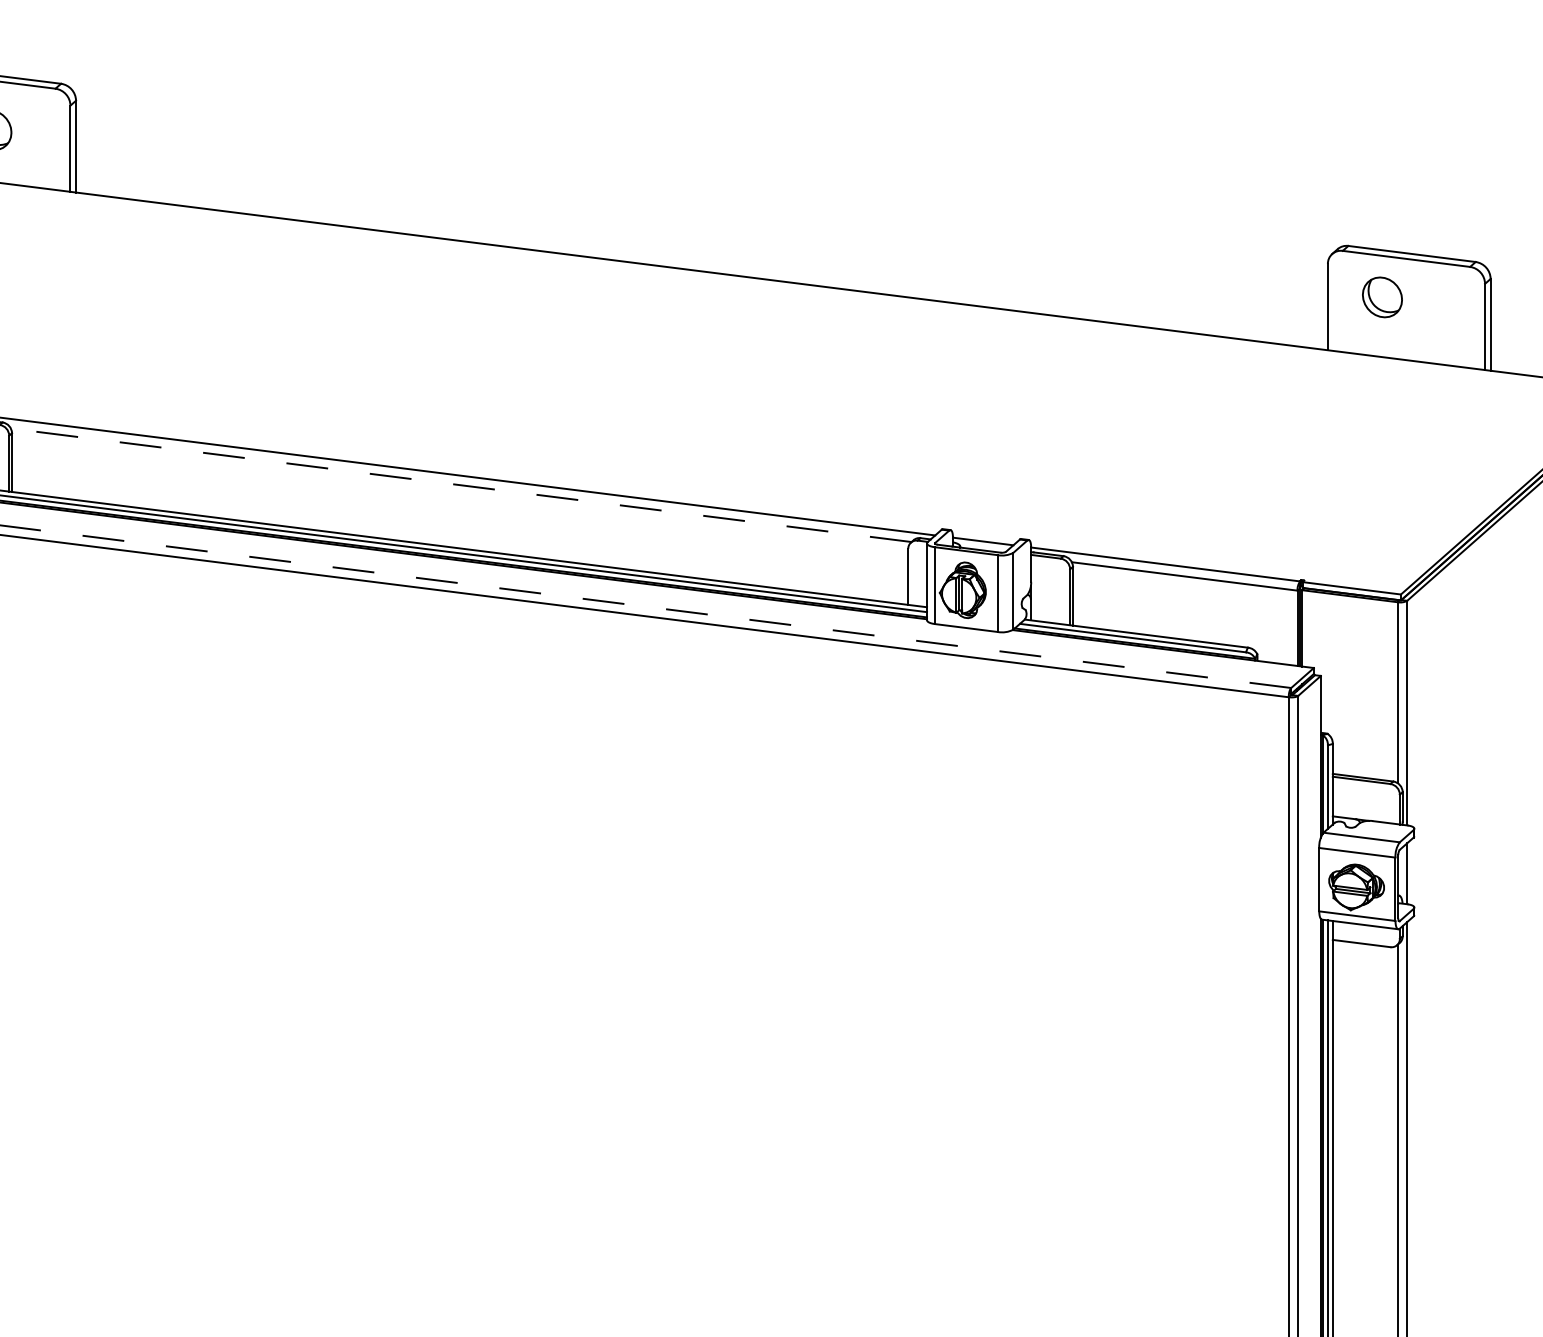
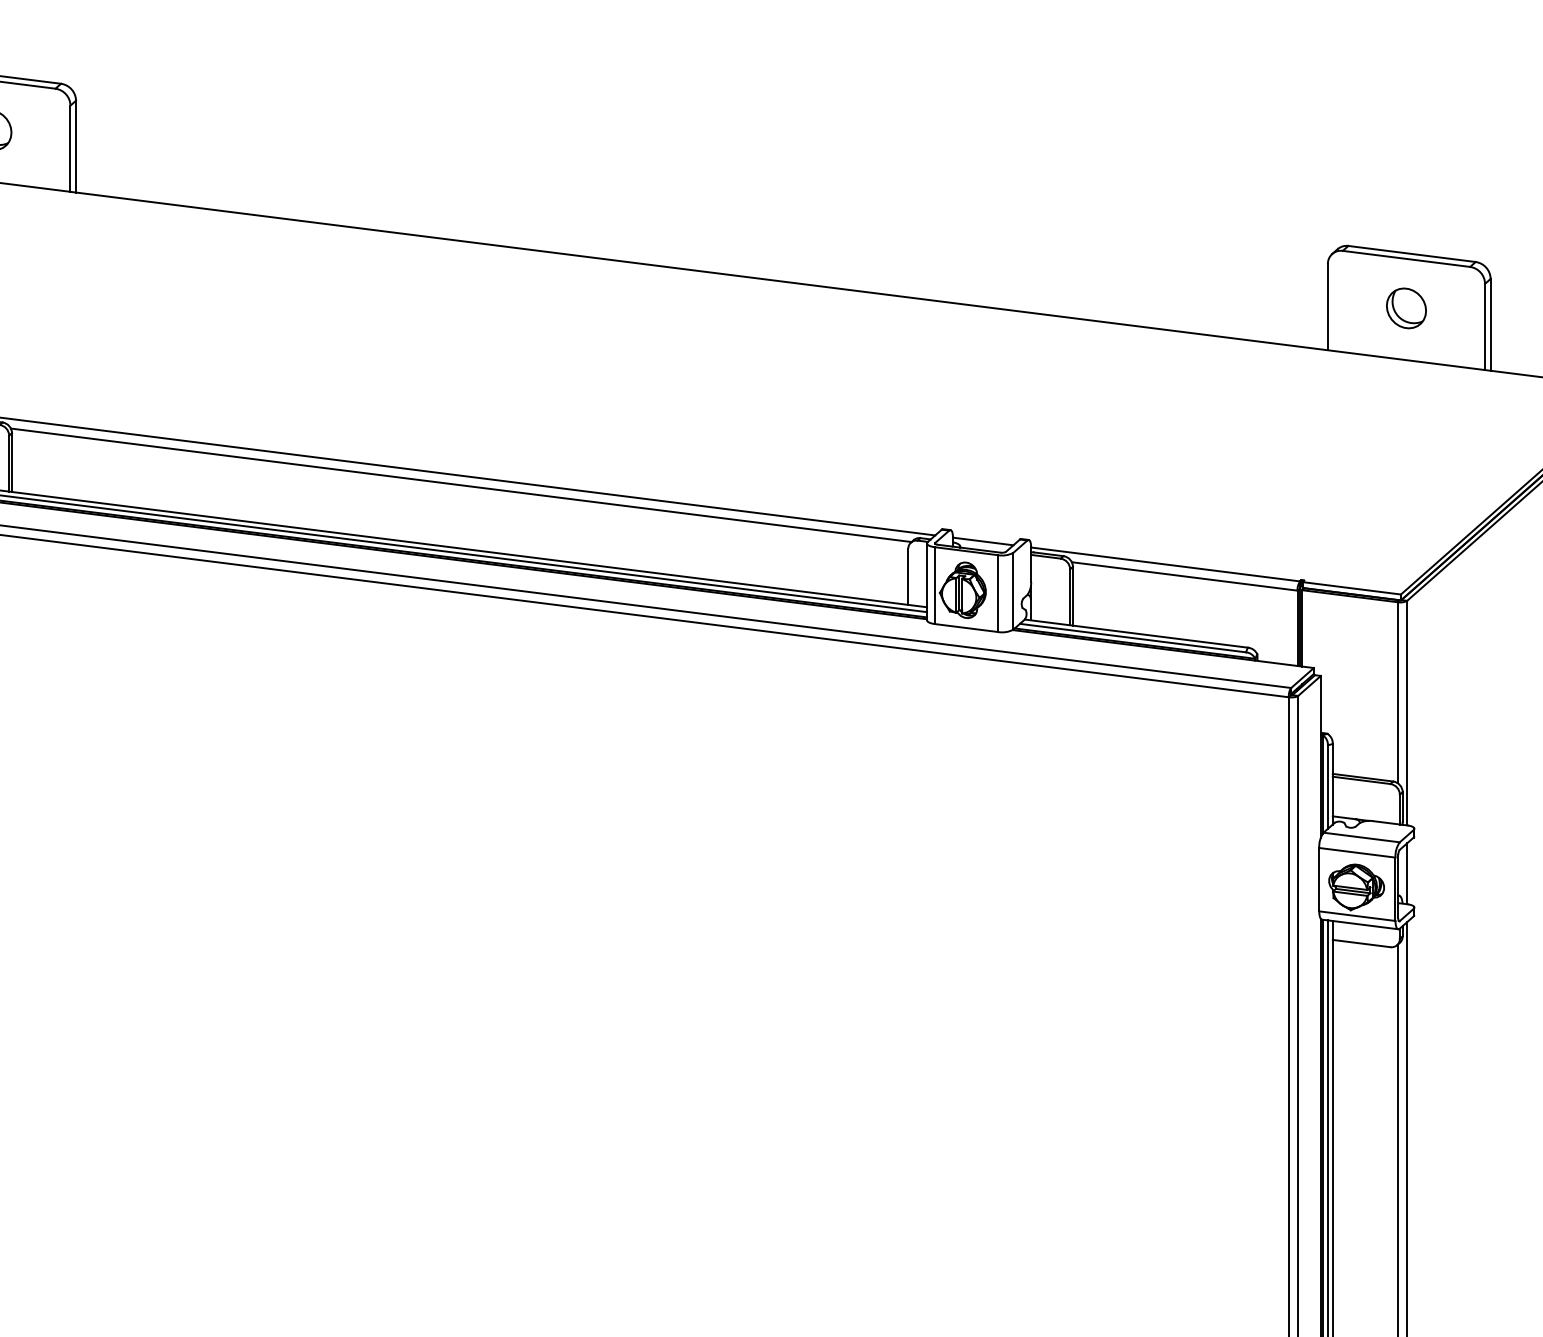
part at (1382, 297) position: (1382, 297) -> (1406, 308)
line at (461, 485): dashed -> solid
line at (645, 606): dashed -> solid
